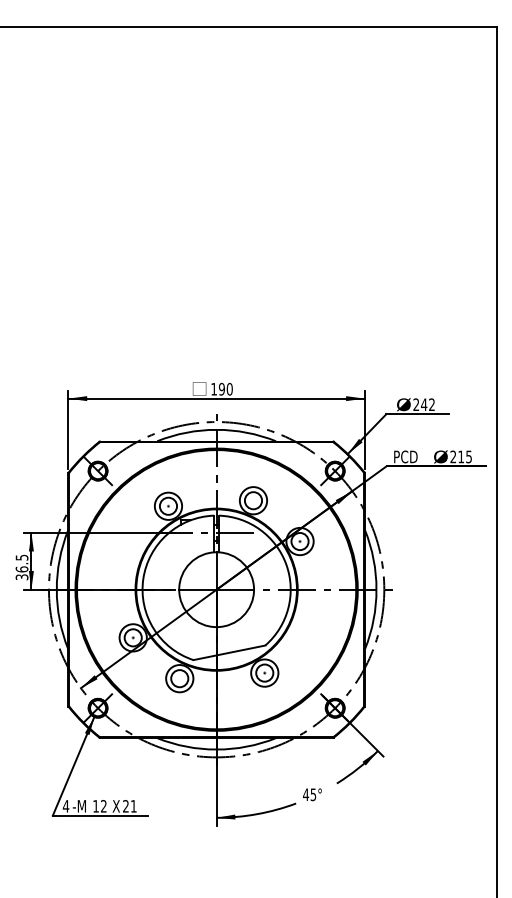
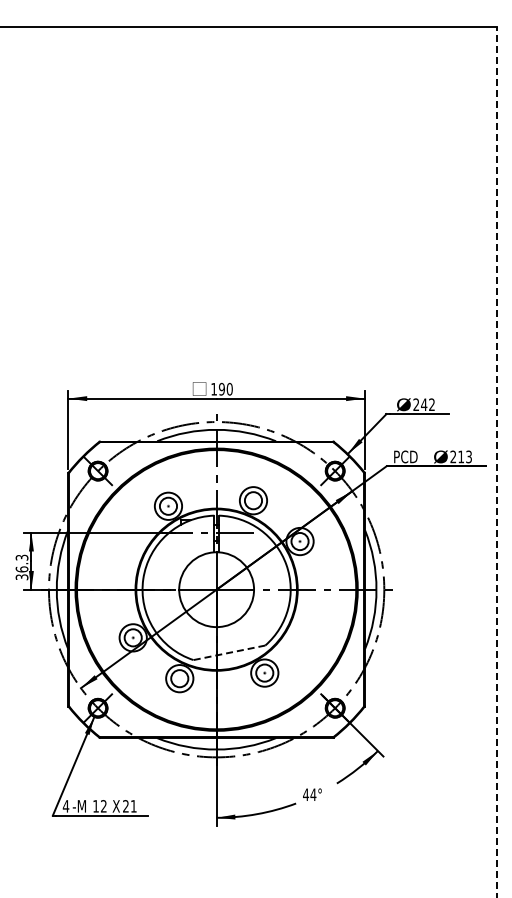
text at (468, 455): 215 -> 213
line at (496, 461): solid -> dashed
text at (21, 557): 36.5 -> 36.3
line at (229, 652): solid -> dashed
text at (313, 794): 45° -> 44°
